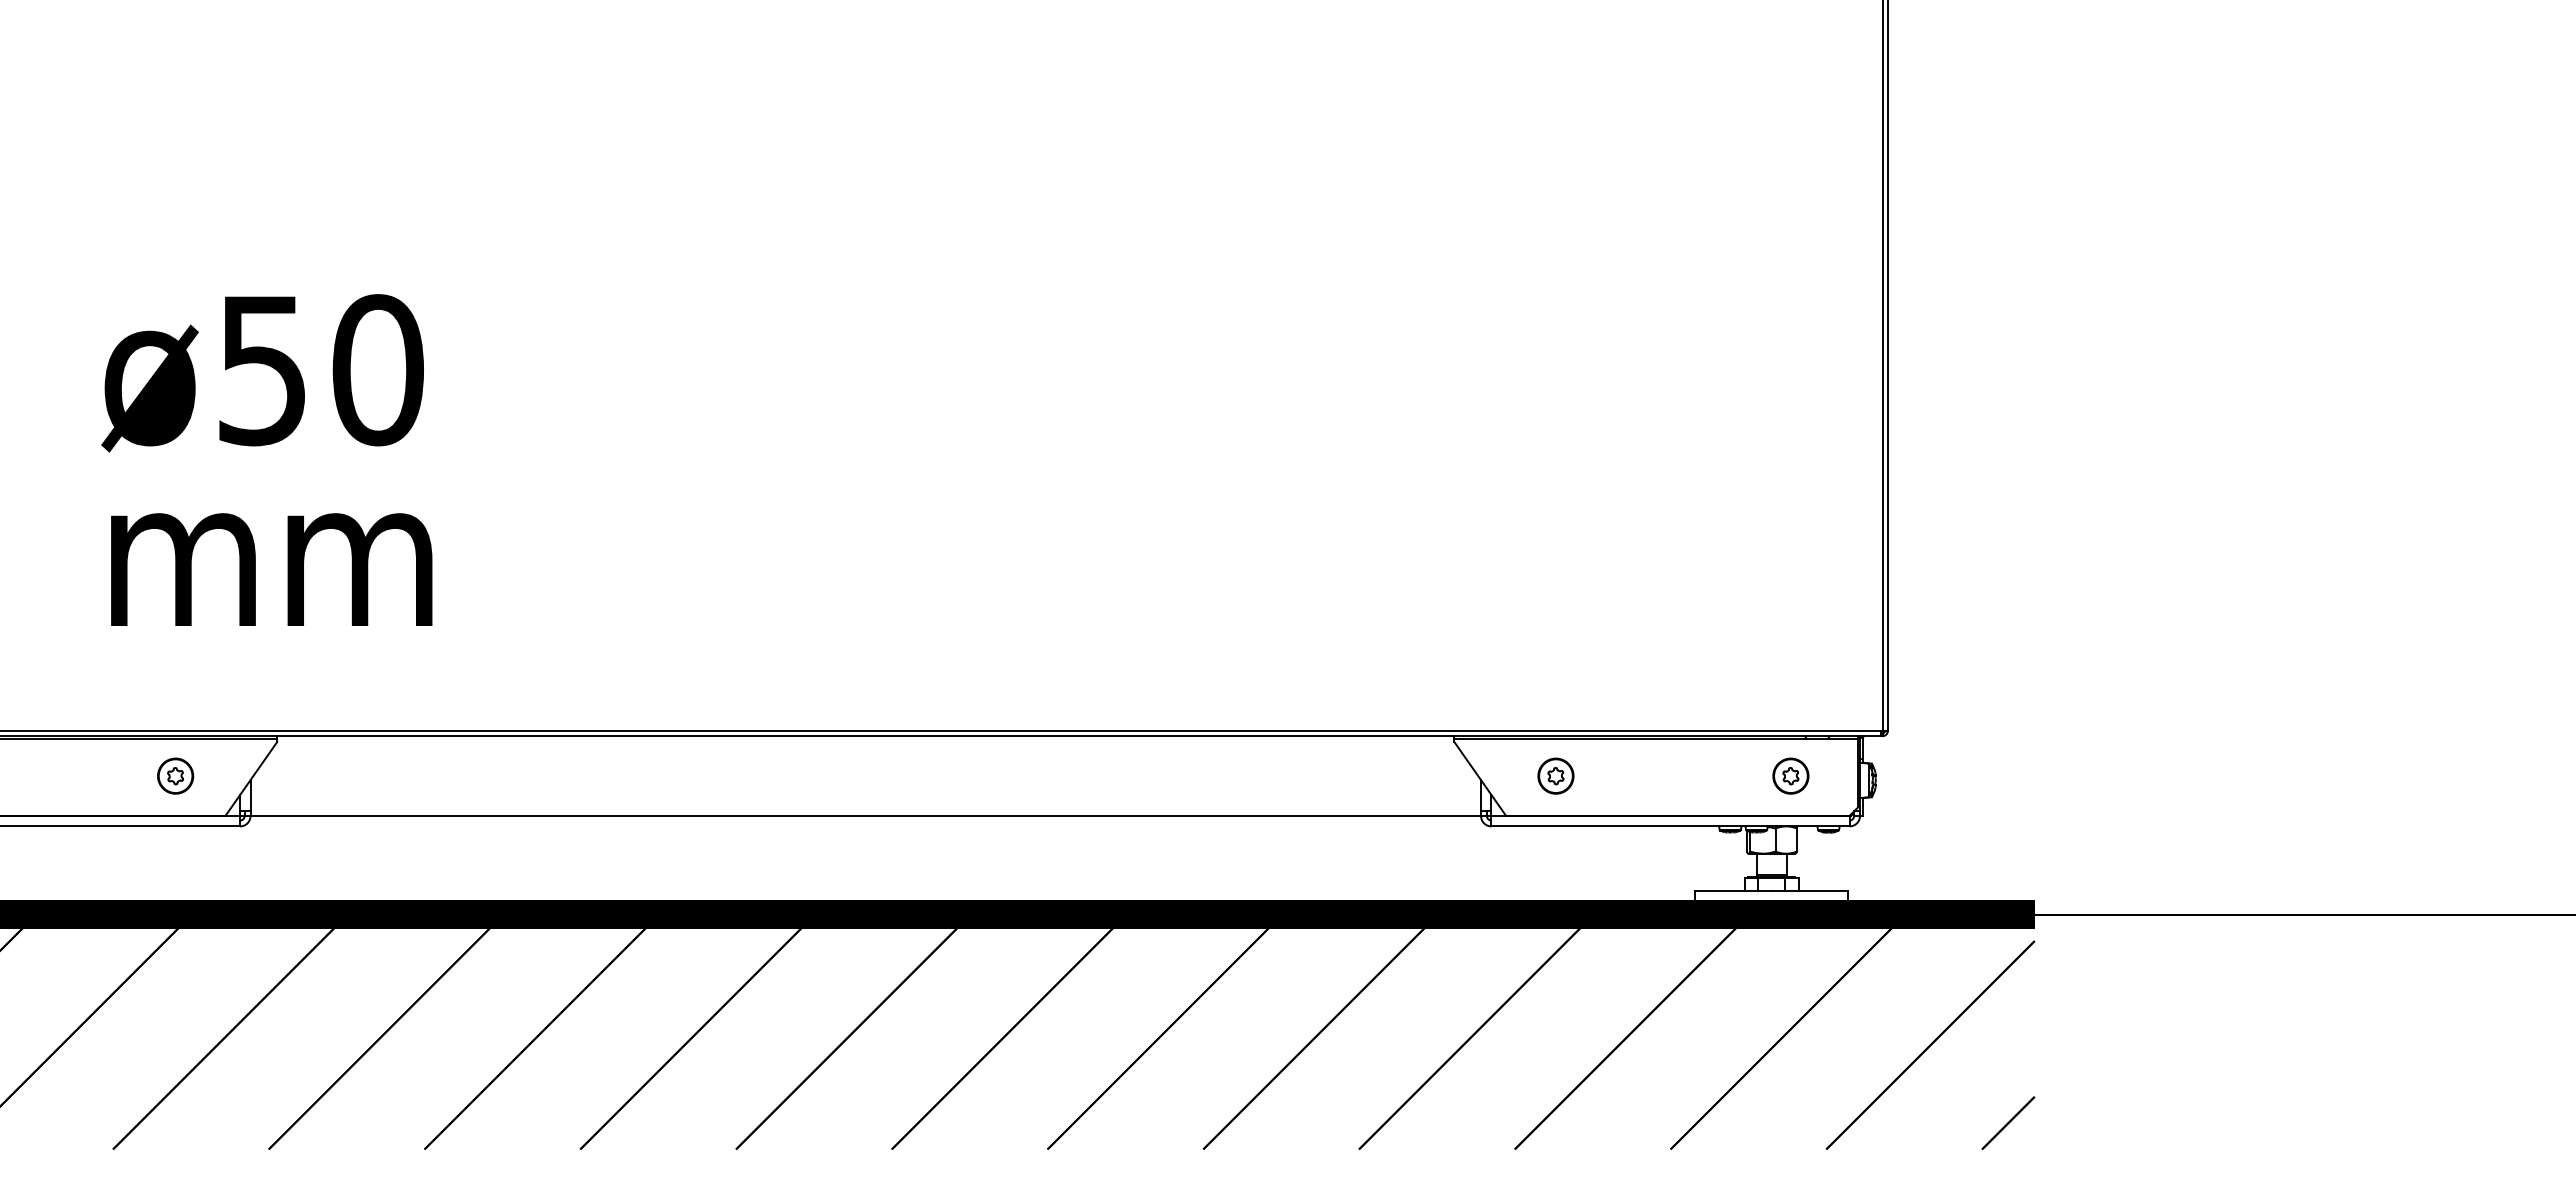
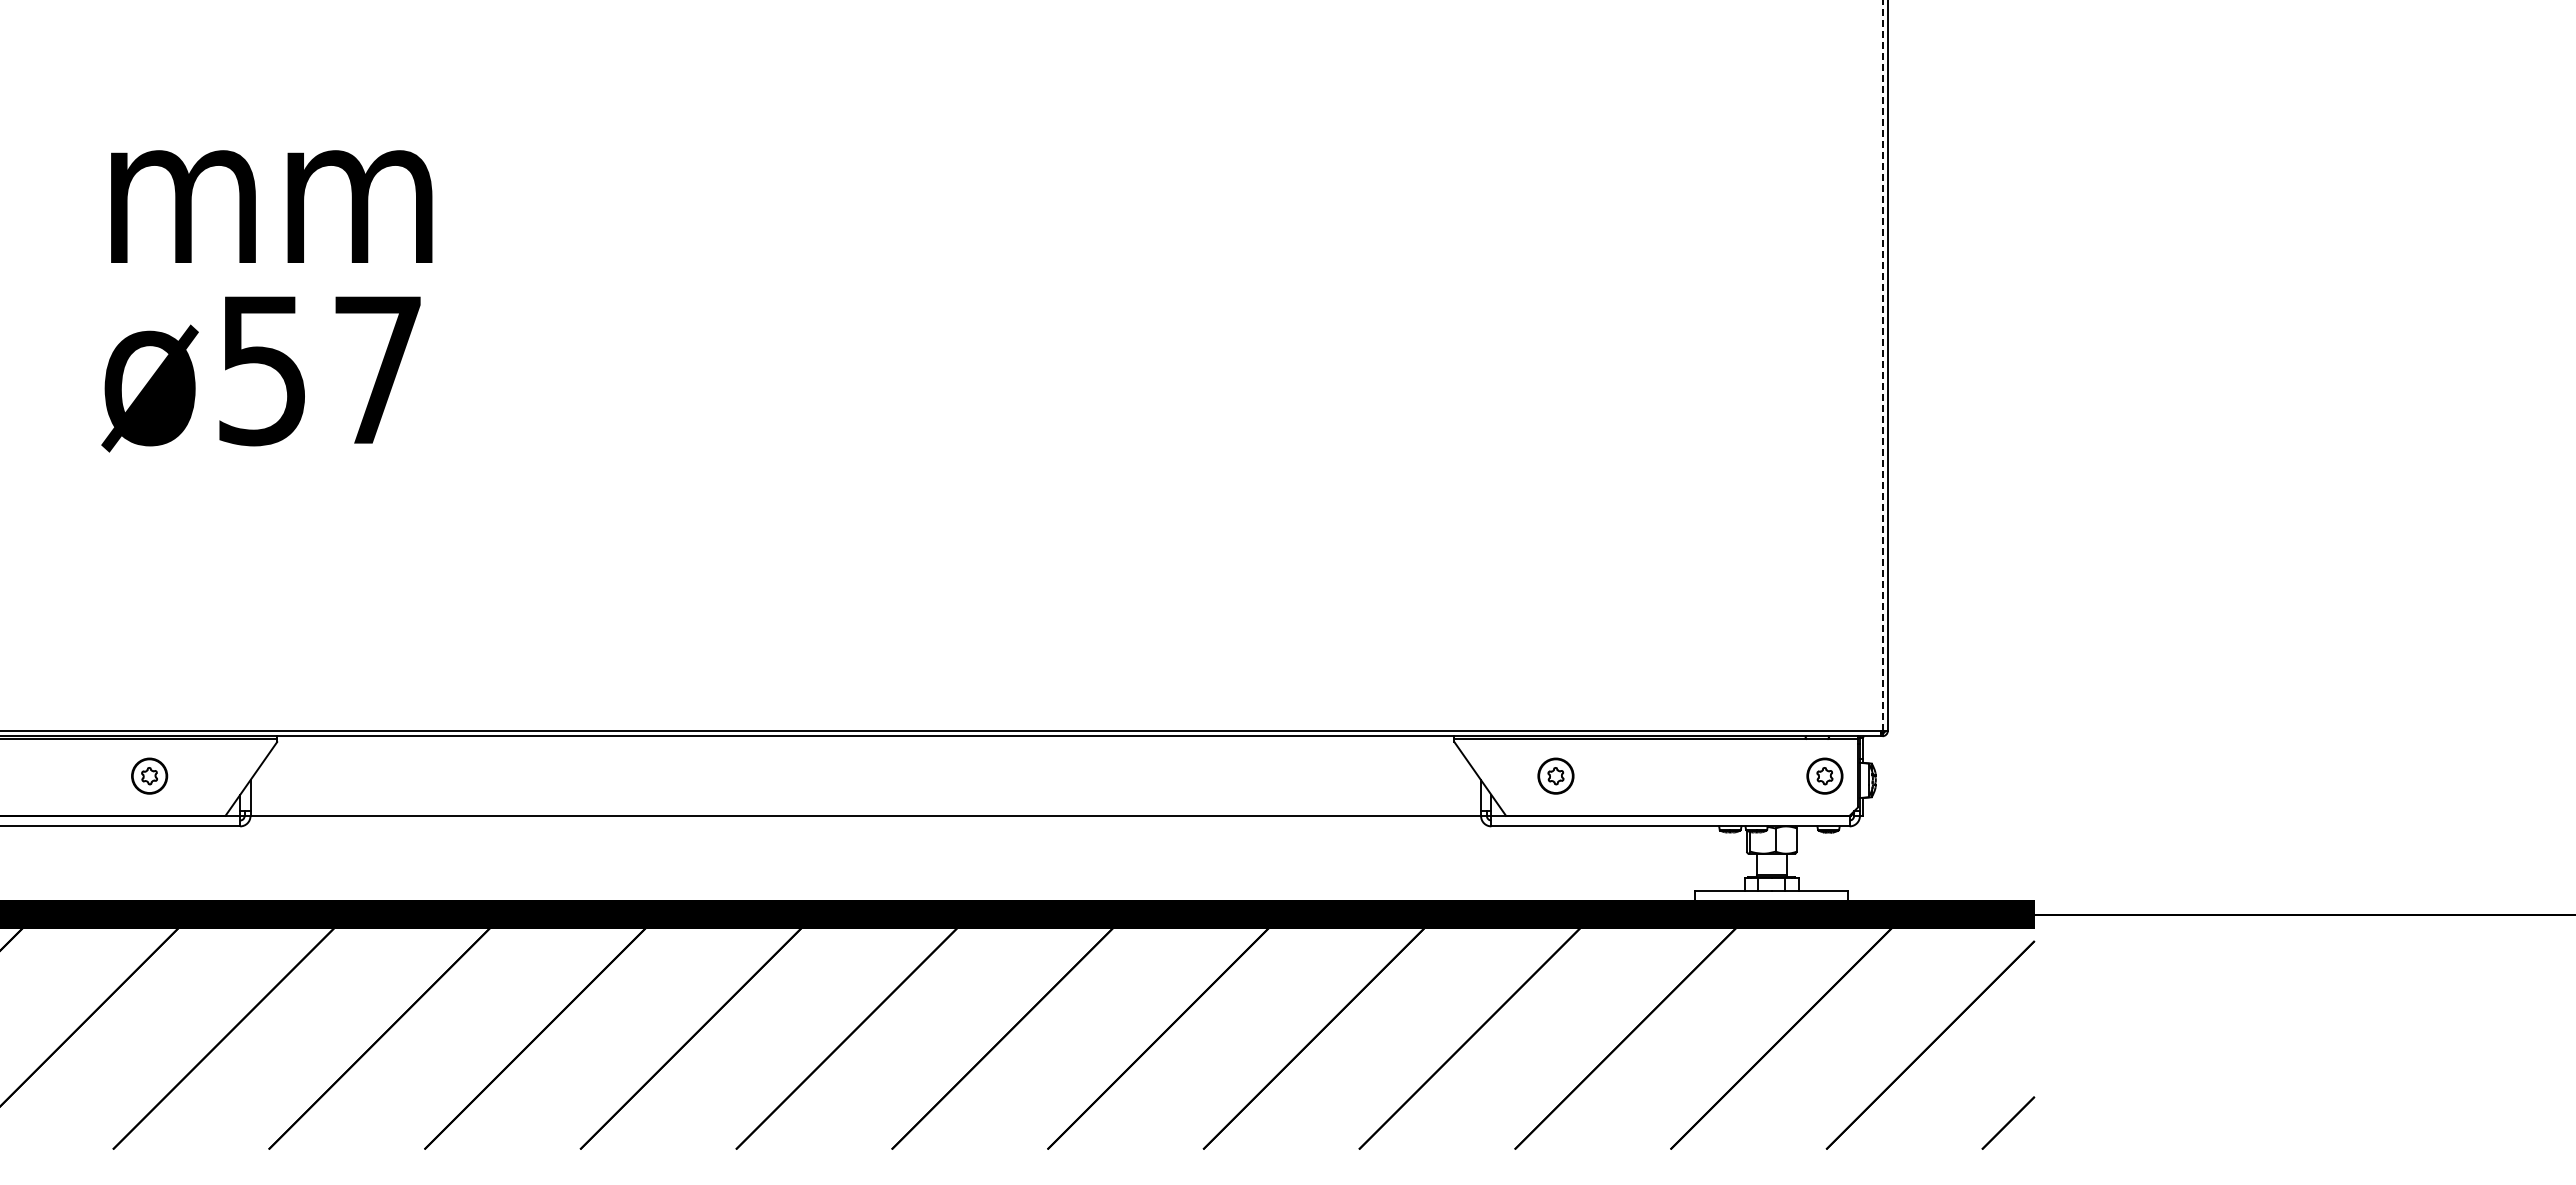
line at (1882, 365): solid -> dashed
text at (377, 370): ø50 -> ø57
text at (271, 569) position: (271, 569) -> (271, 206)
part at (175, 775) position: (175, 775) -> (149, 775)
part at (1790, 775) position: (1790, 775) -> (1824, 775)
